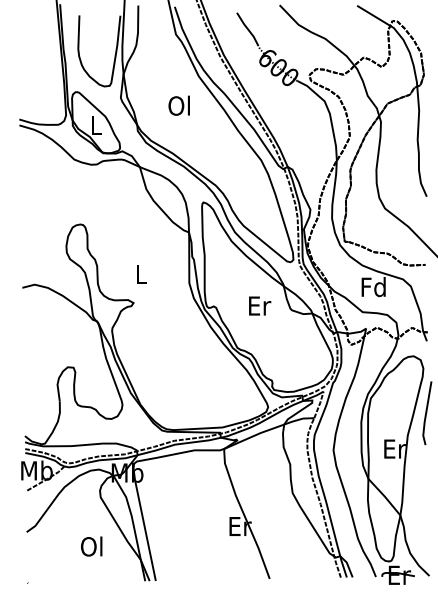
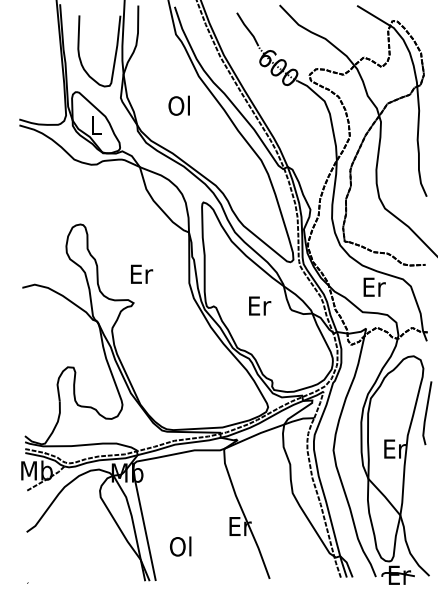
text at (142, 273): L -> Er
text at (373, 287): Fd -> Er
text at (91, 546) position: (91, 546) -> (180, 546)
